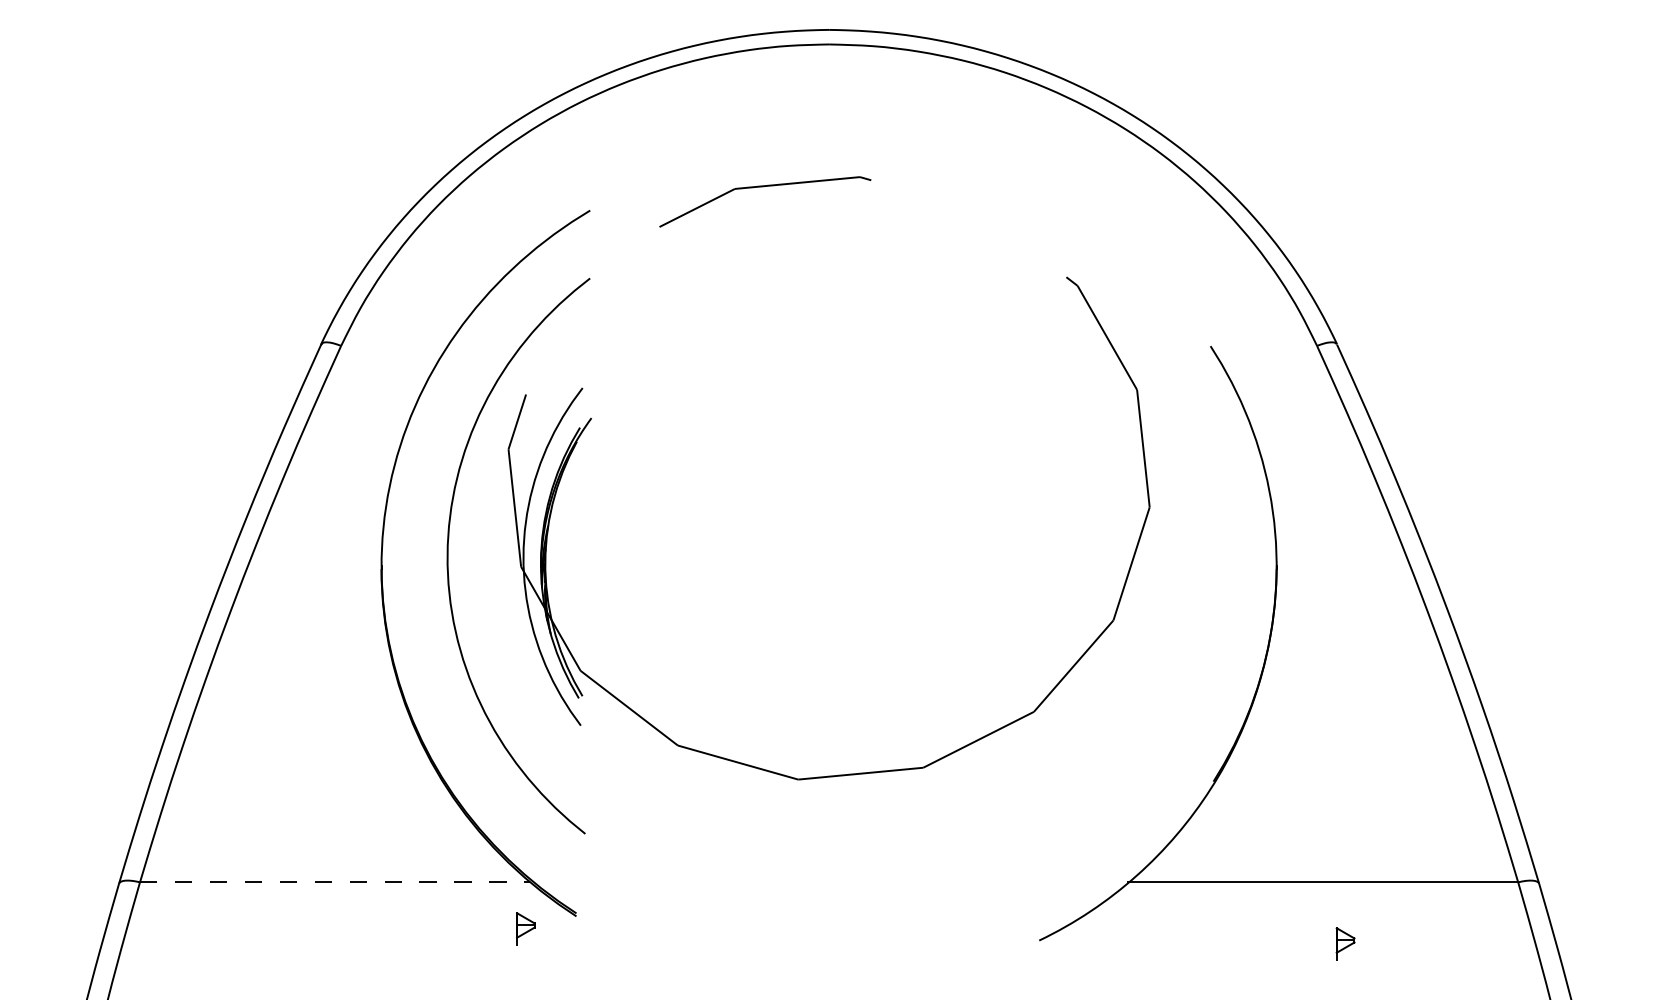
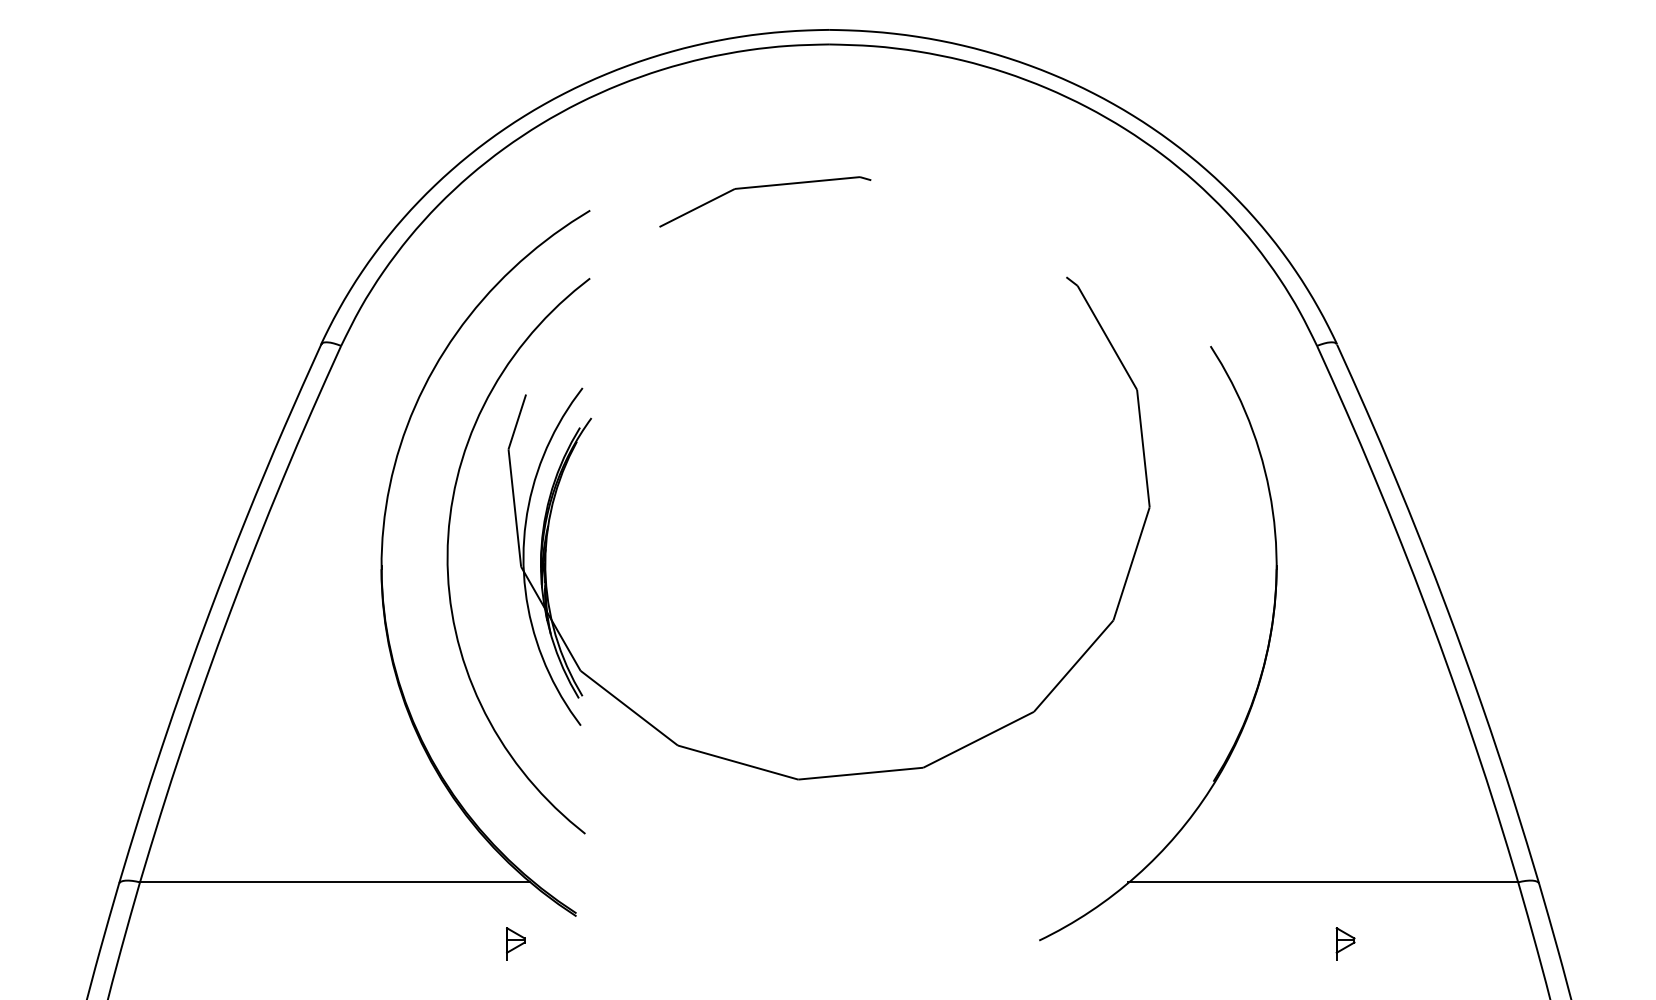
line at (335, 882): dashed -> solid
part at (525, 928) position: (525, 928) -> (515, 943)
